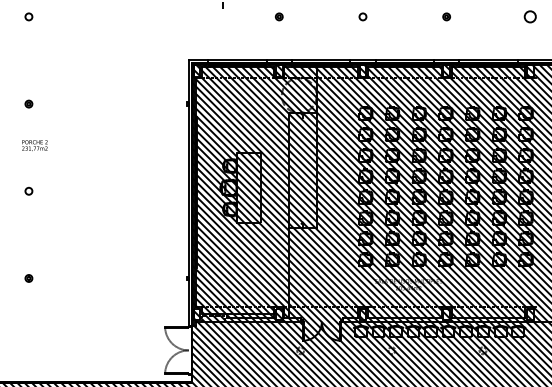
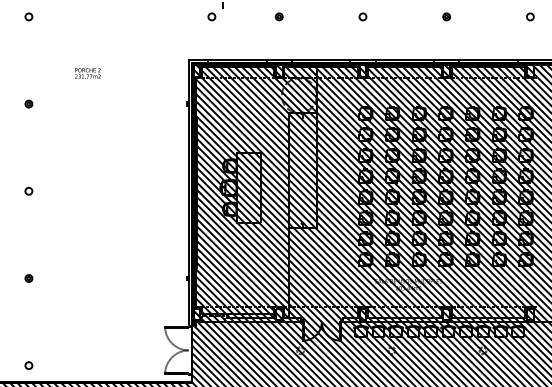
circle at (211, 16): none -> present
circle at (529, 16) size: 14x14 px -> 9x10 px
text at (34, 145) position: (34, 145) -> (87, 73)
circle at (28, 365): none -> present
